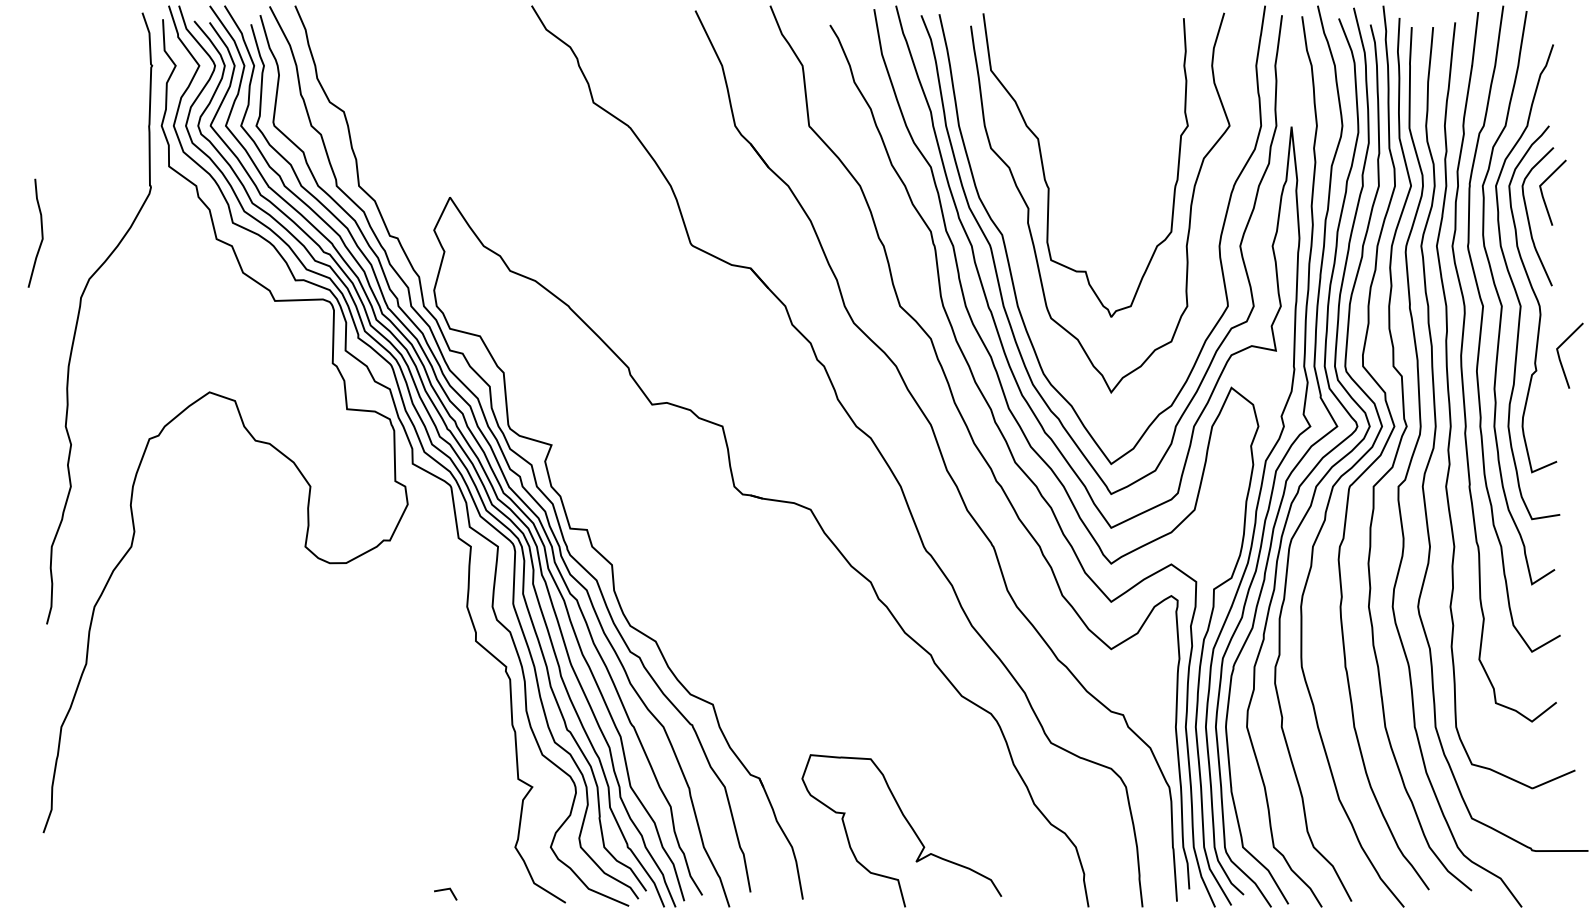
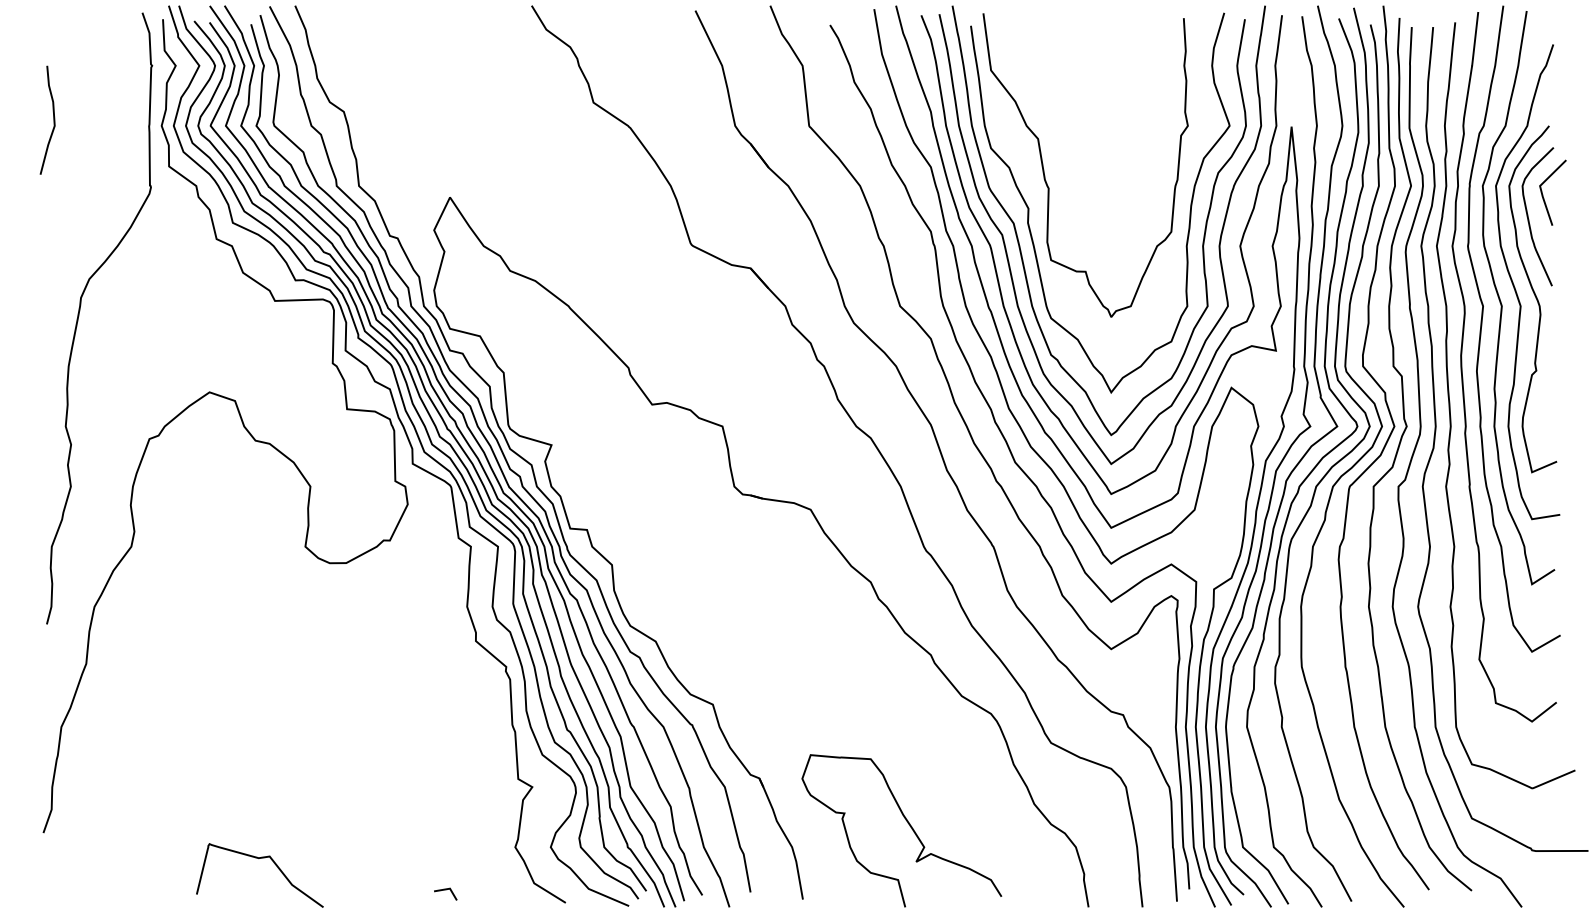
curve at (41, 232) position: (41, 232) -> (53, 119)
curve at (1019, 241): none -> present
line at (1560, 357): present -> none
curve at (259, 858): none -> present
